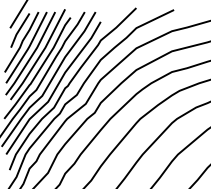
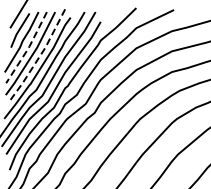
line at (28, 48): solid -> dashed
line at (40, 55): solid -> dashed
